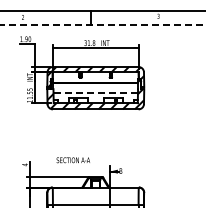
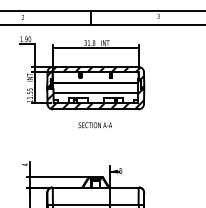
line at (102, 24): dashed -> solid
line at (96, 93): dashed -> solid
text at (72, 160) position: (72, 160) -> (94, 125)
